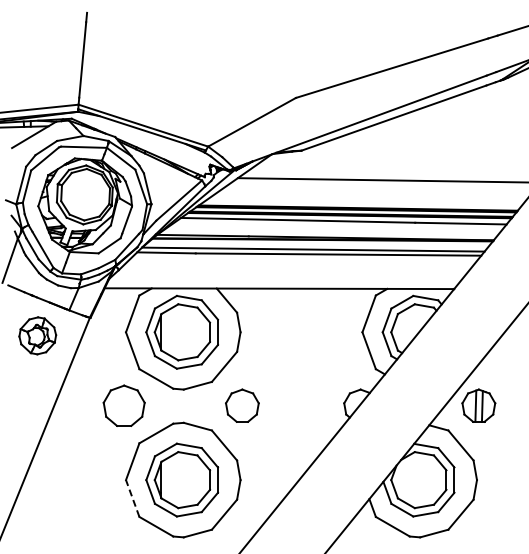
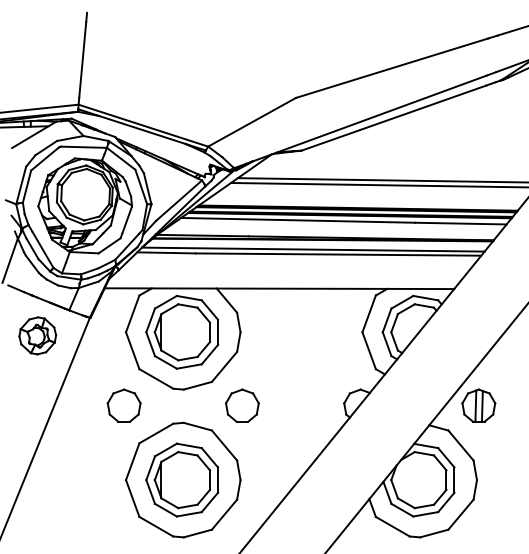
line at (378, 184): none -> present
part at (123, 405) size: 44x43 px -> 36x35 px
line at (132, 498): dashed -> solid
